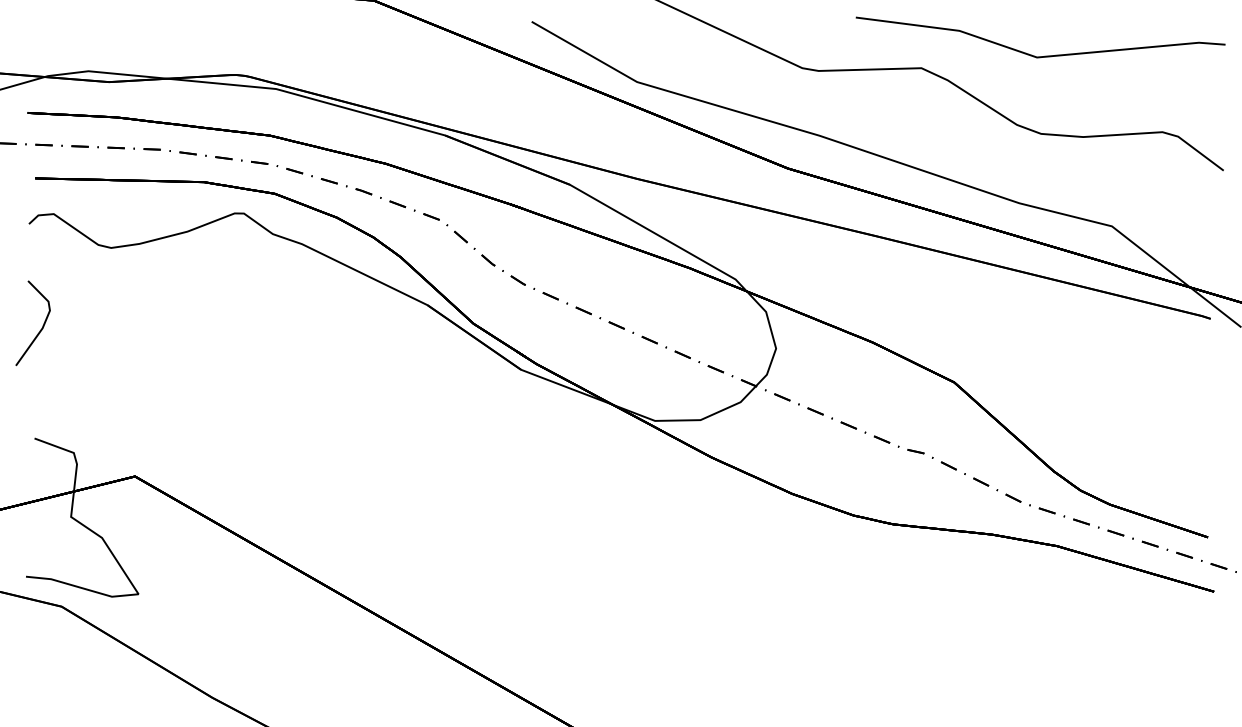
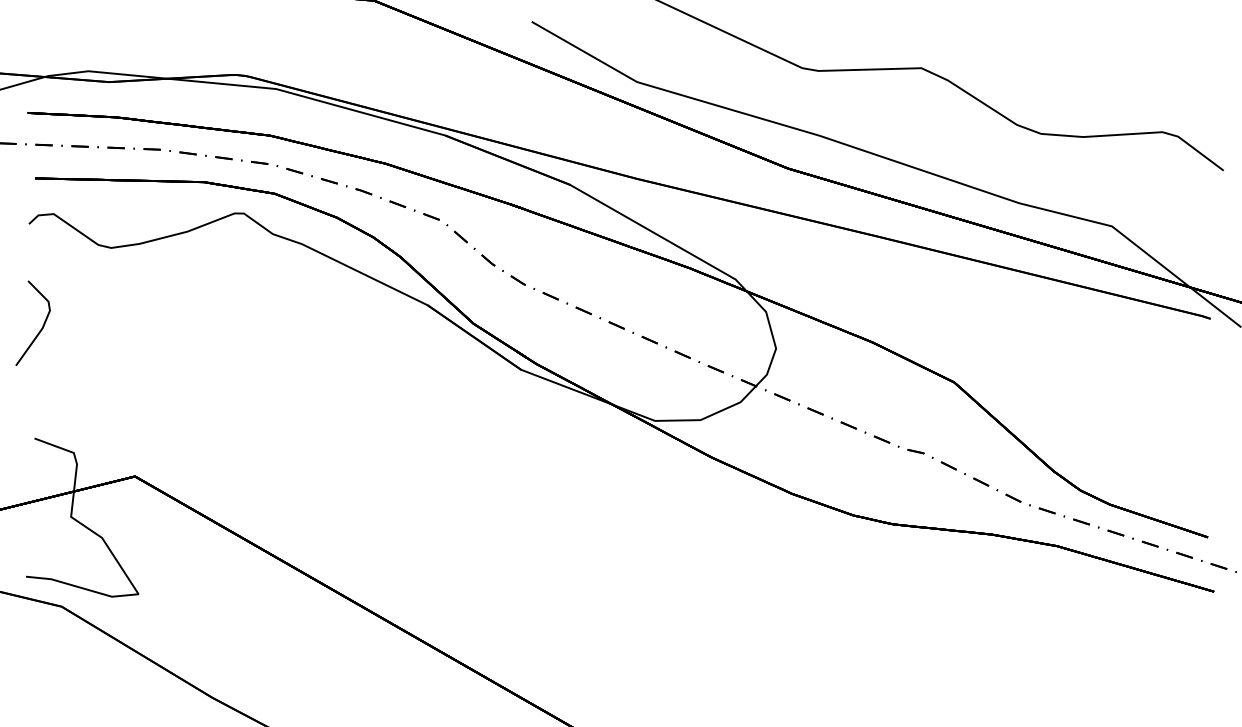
line at (1044, 55): present -> none
